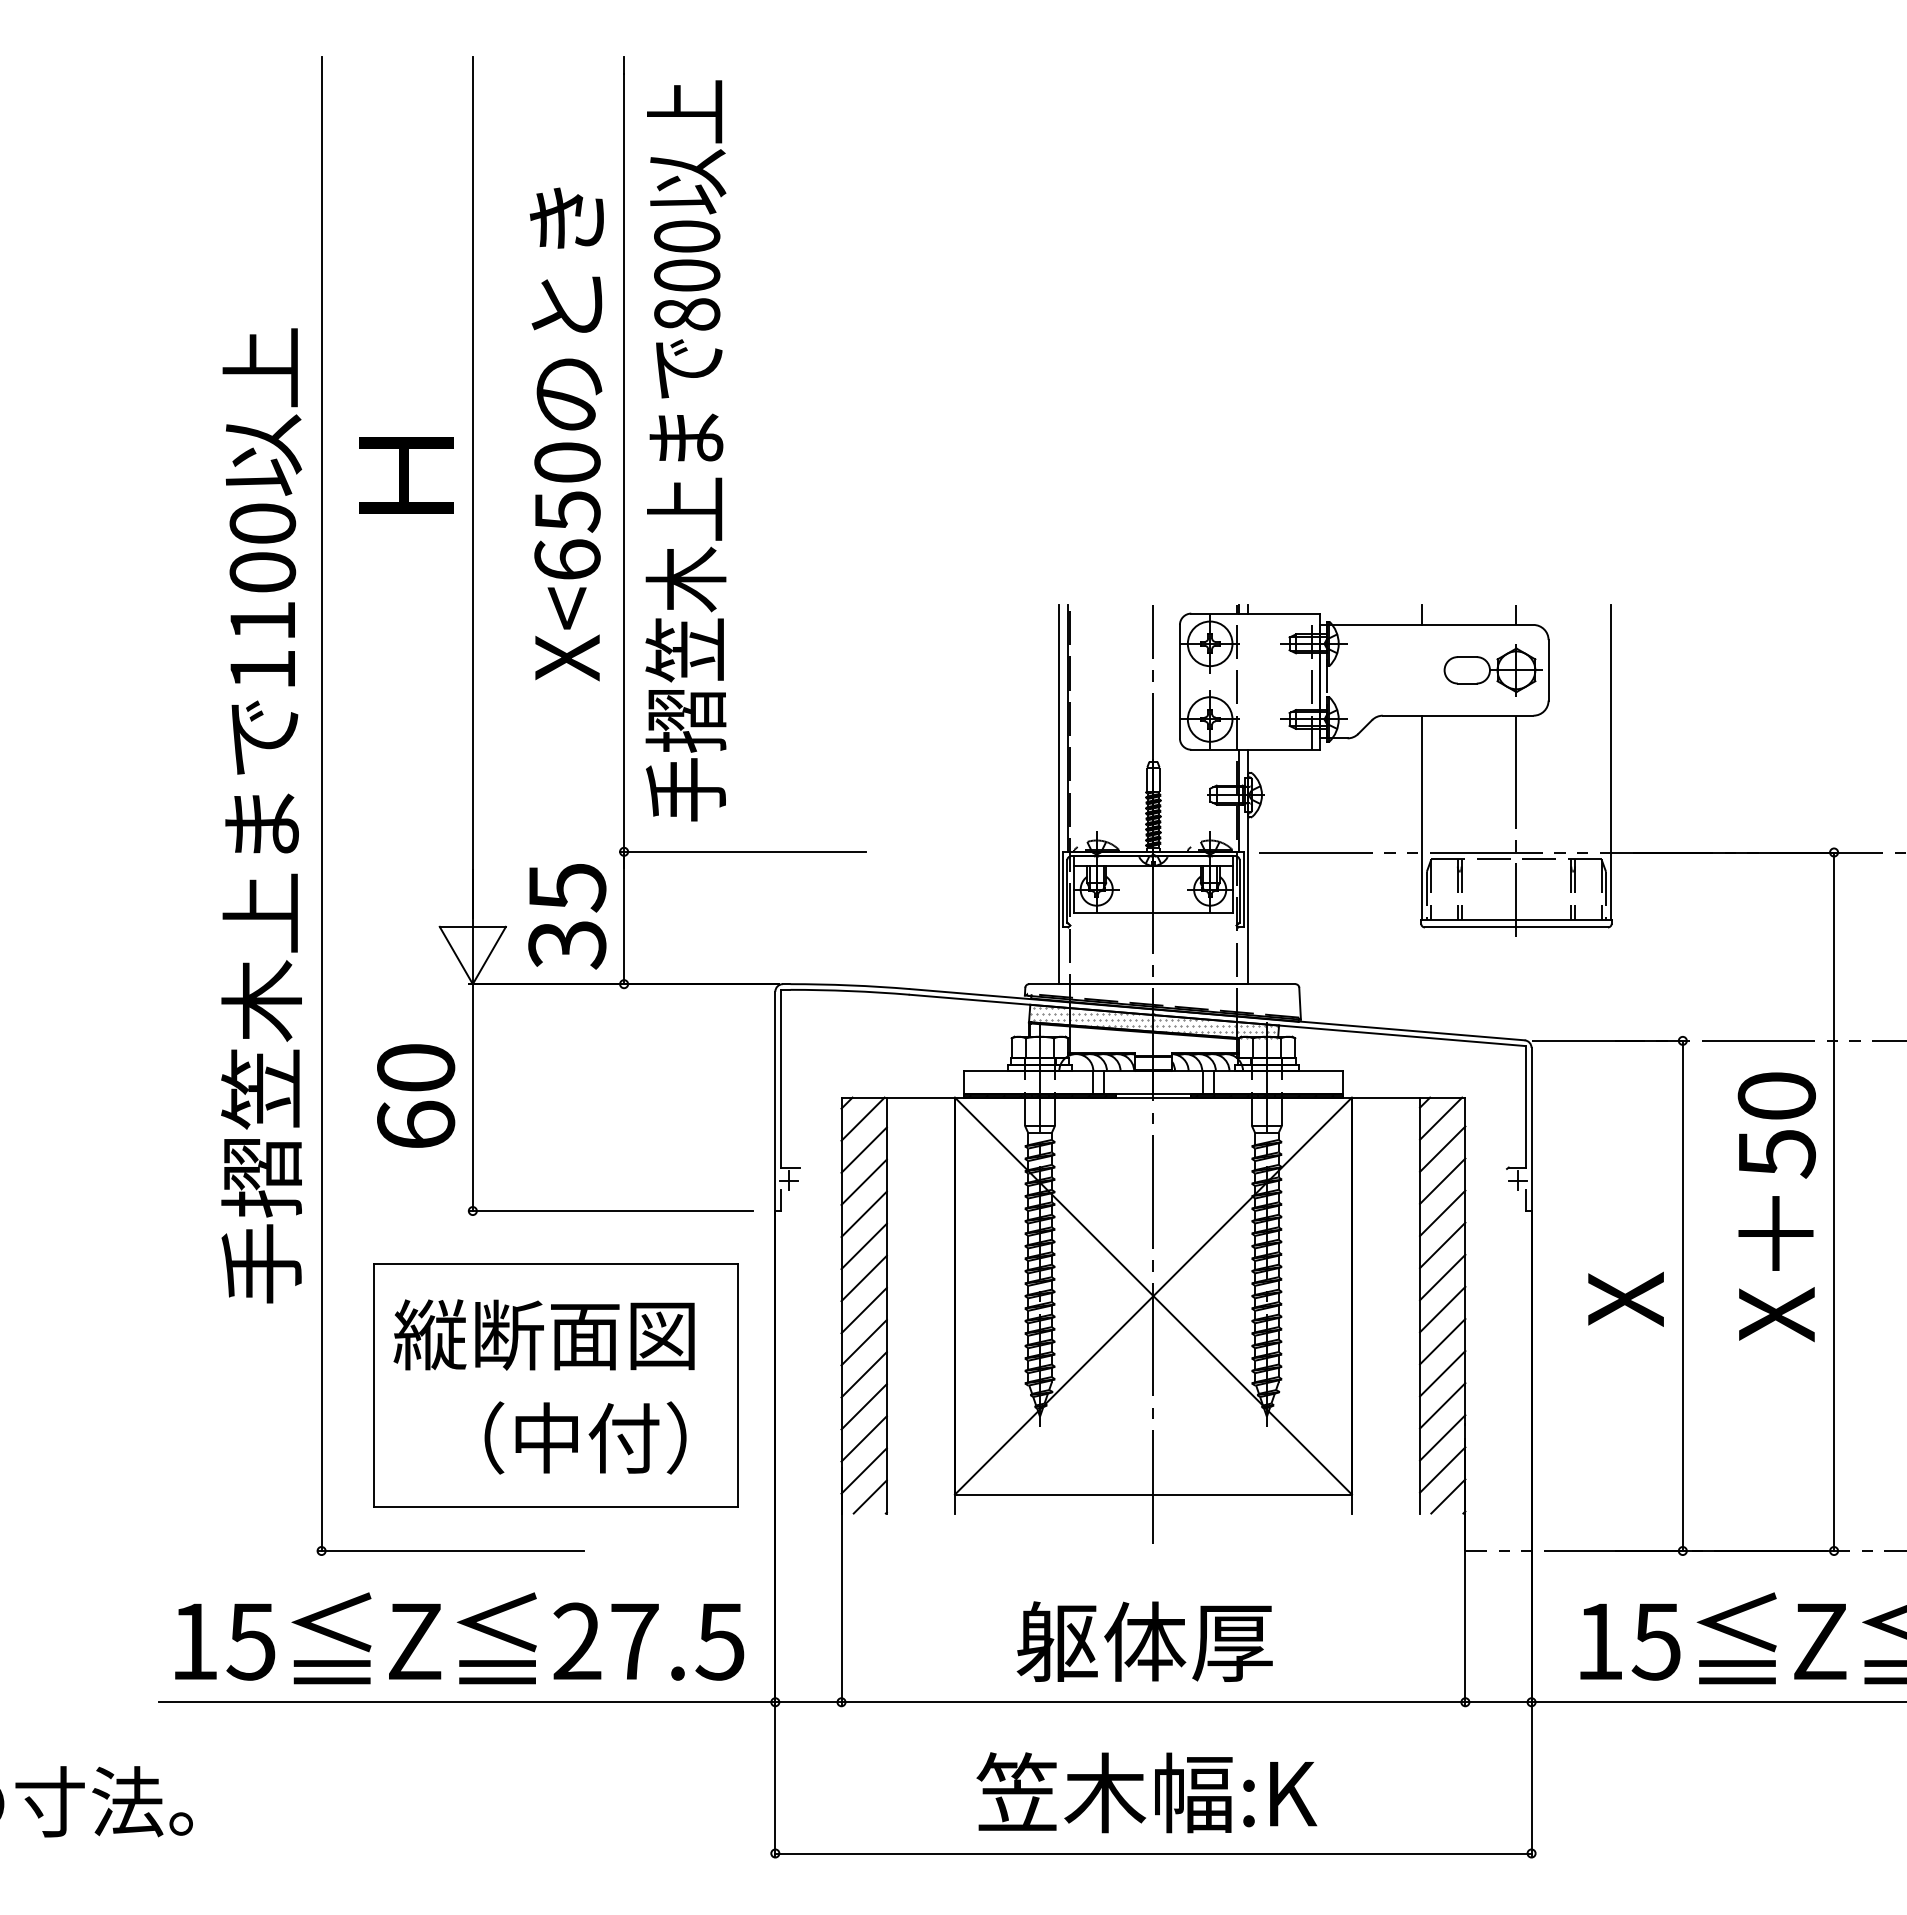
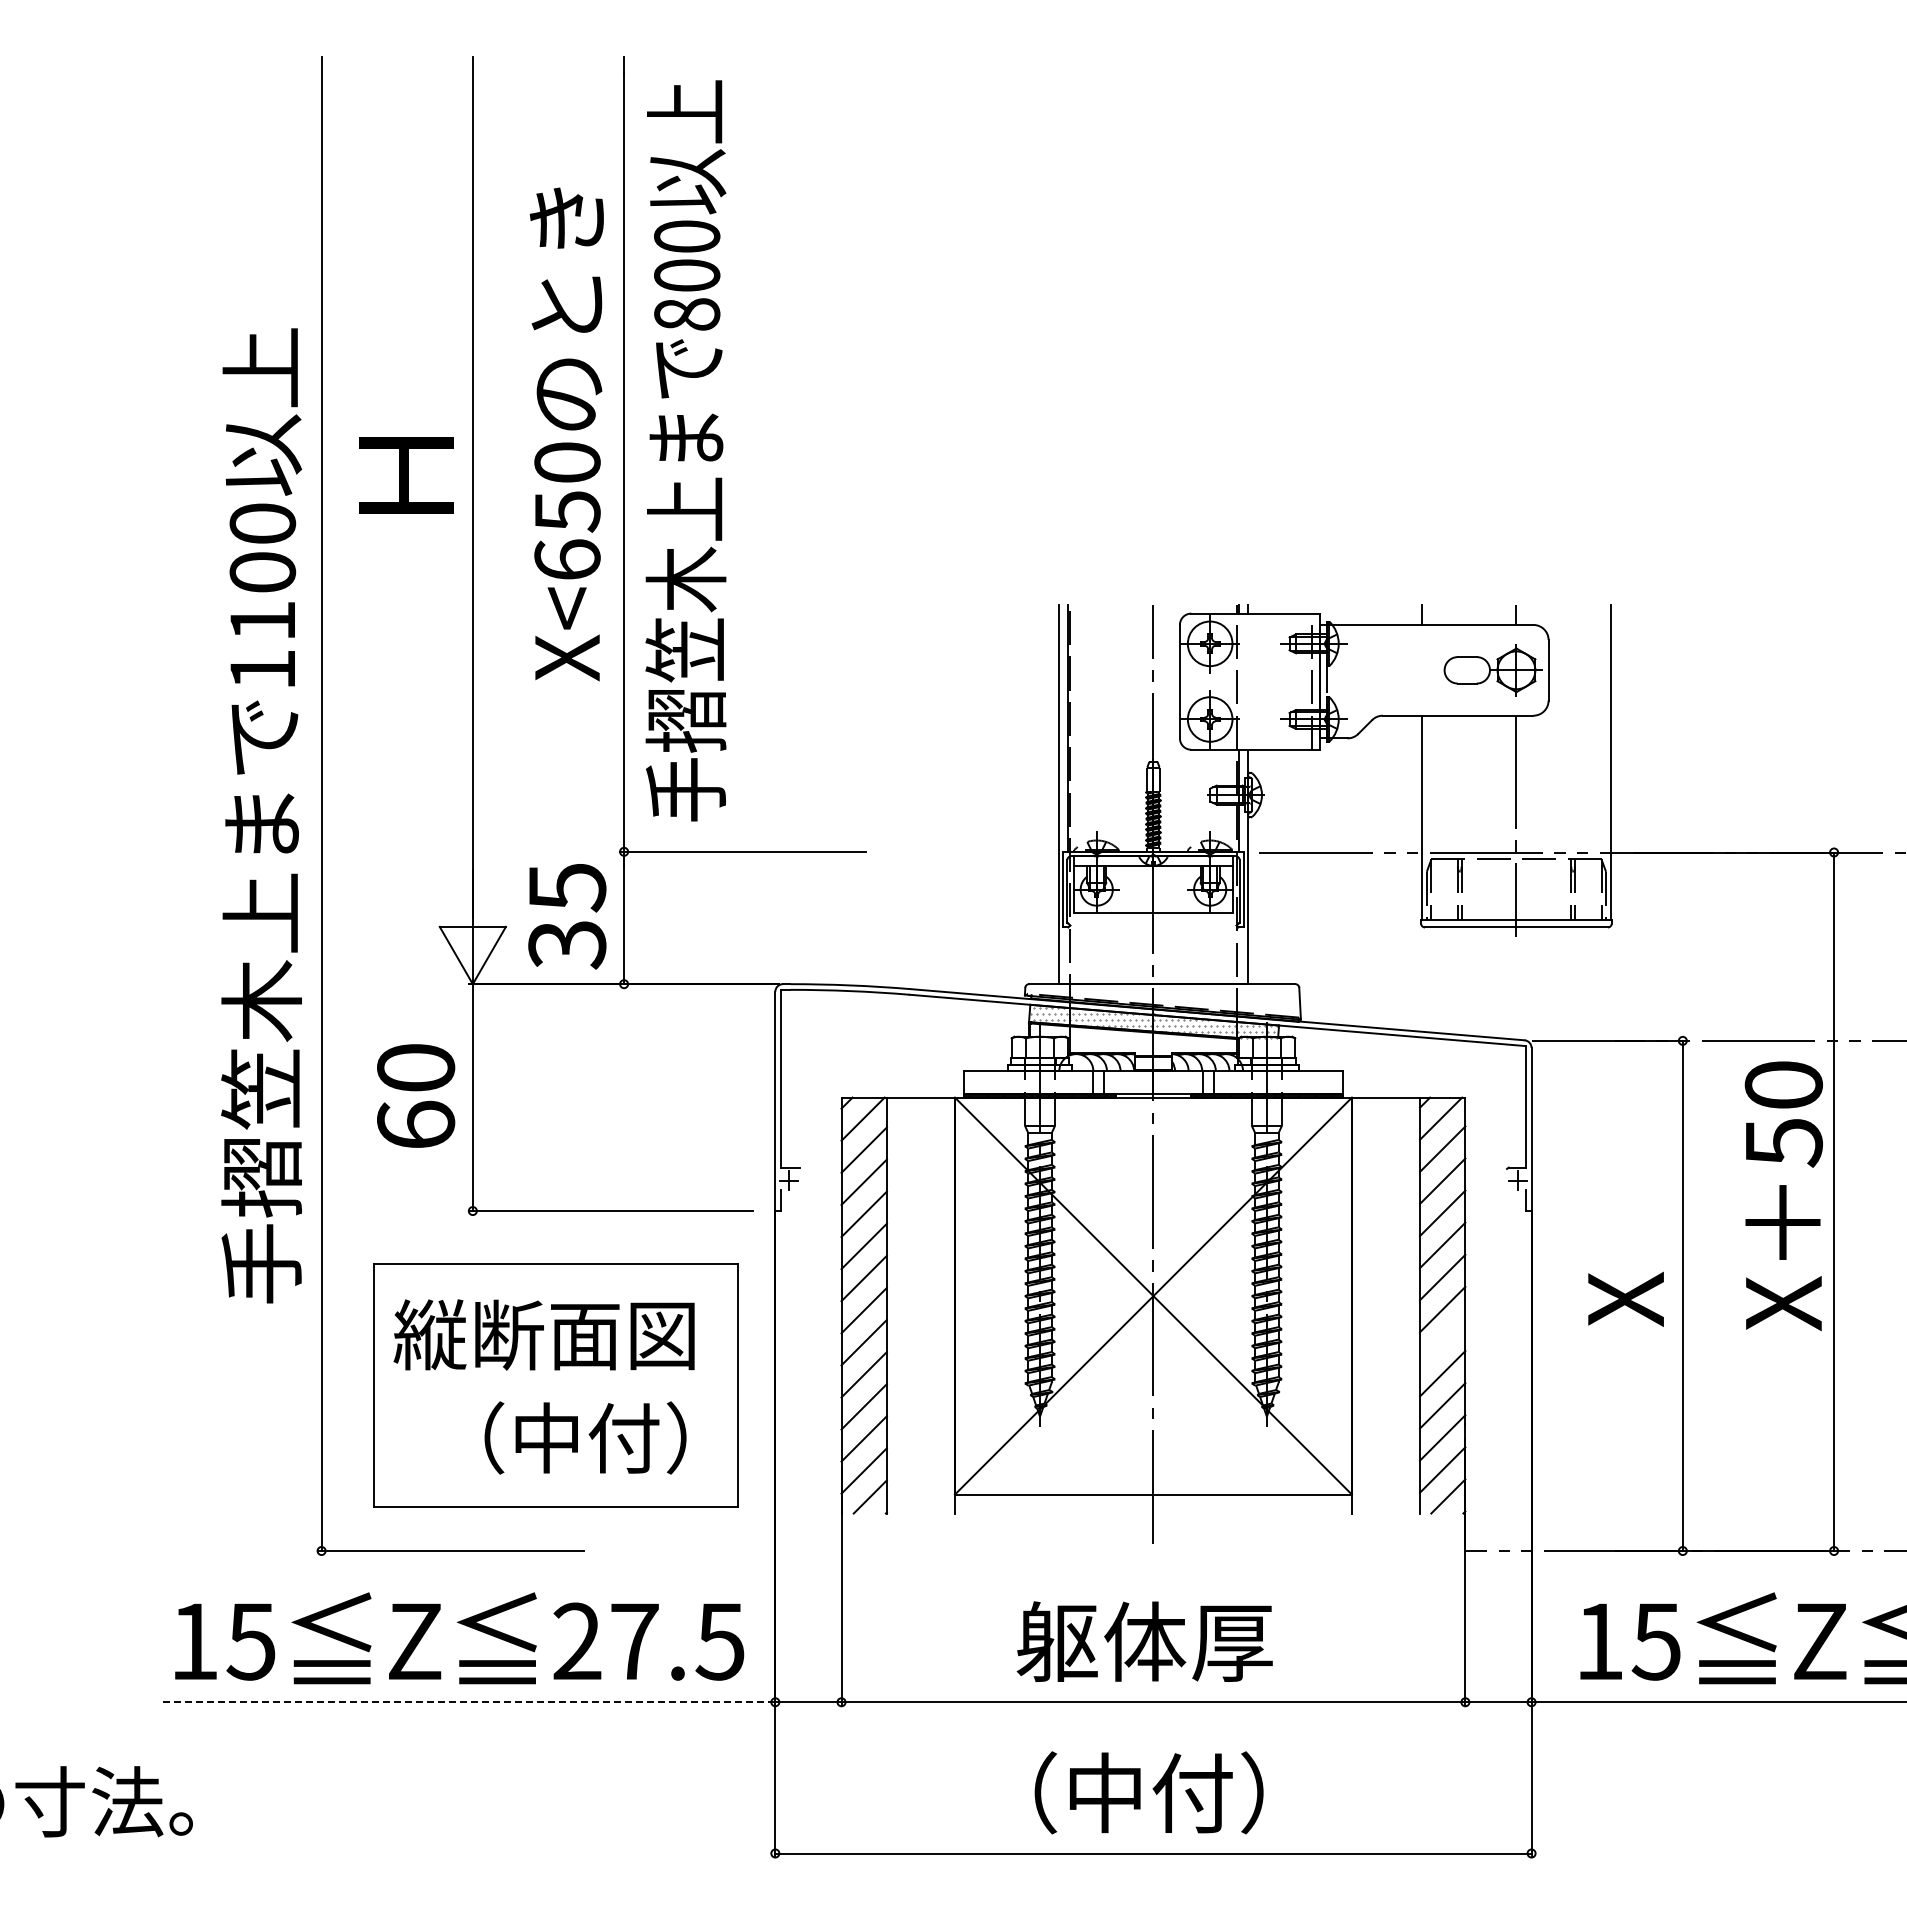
text at (1776, 1207) position: (1776, 1207) -> (1783, 1196)
line at (1442, 1341): present -> none
line at (466, 1702): solid -> dashed
text at (1146, 1792): 笠木幅:K -> （中付）
